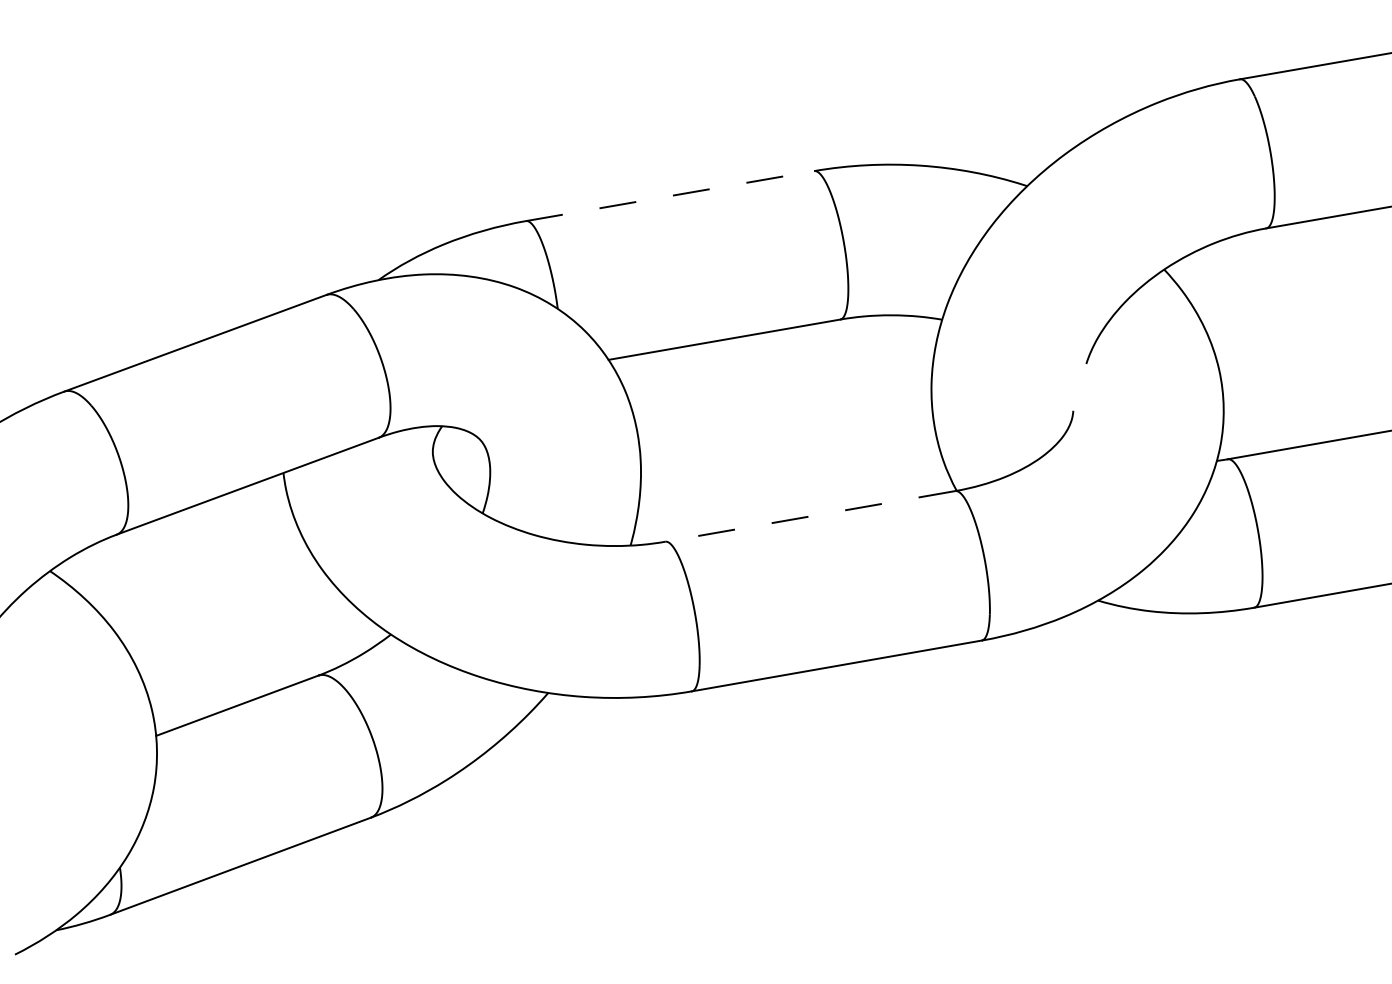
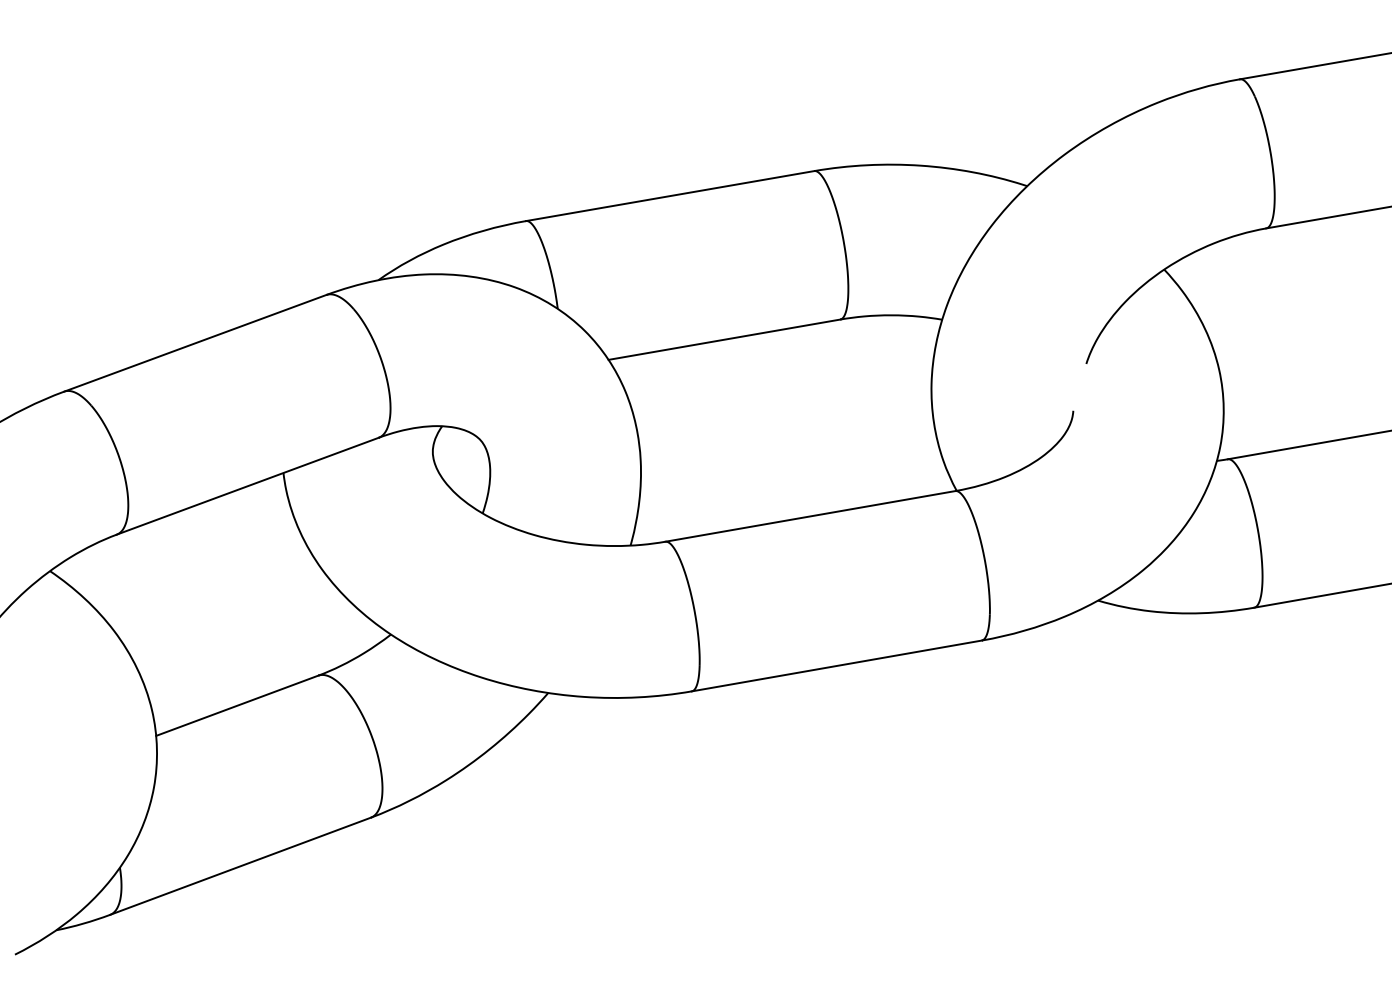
line at (670, 196): dashed -> solid
line at (809, 516): dashed -> solid
